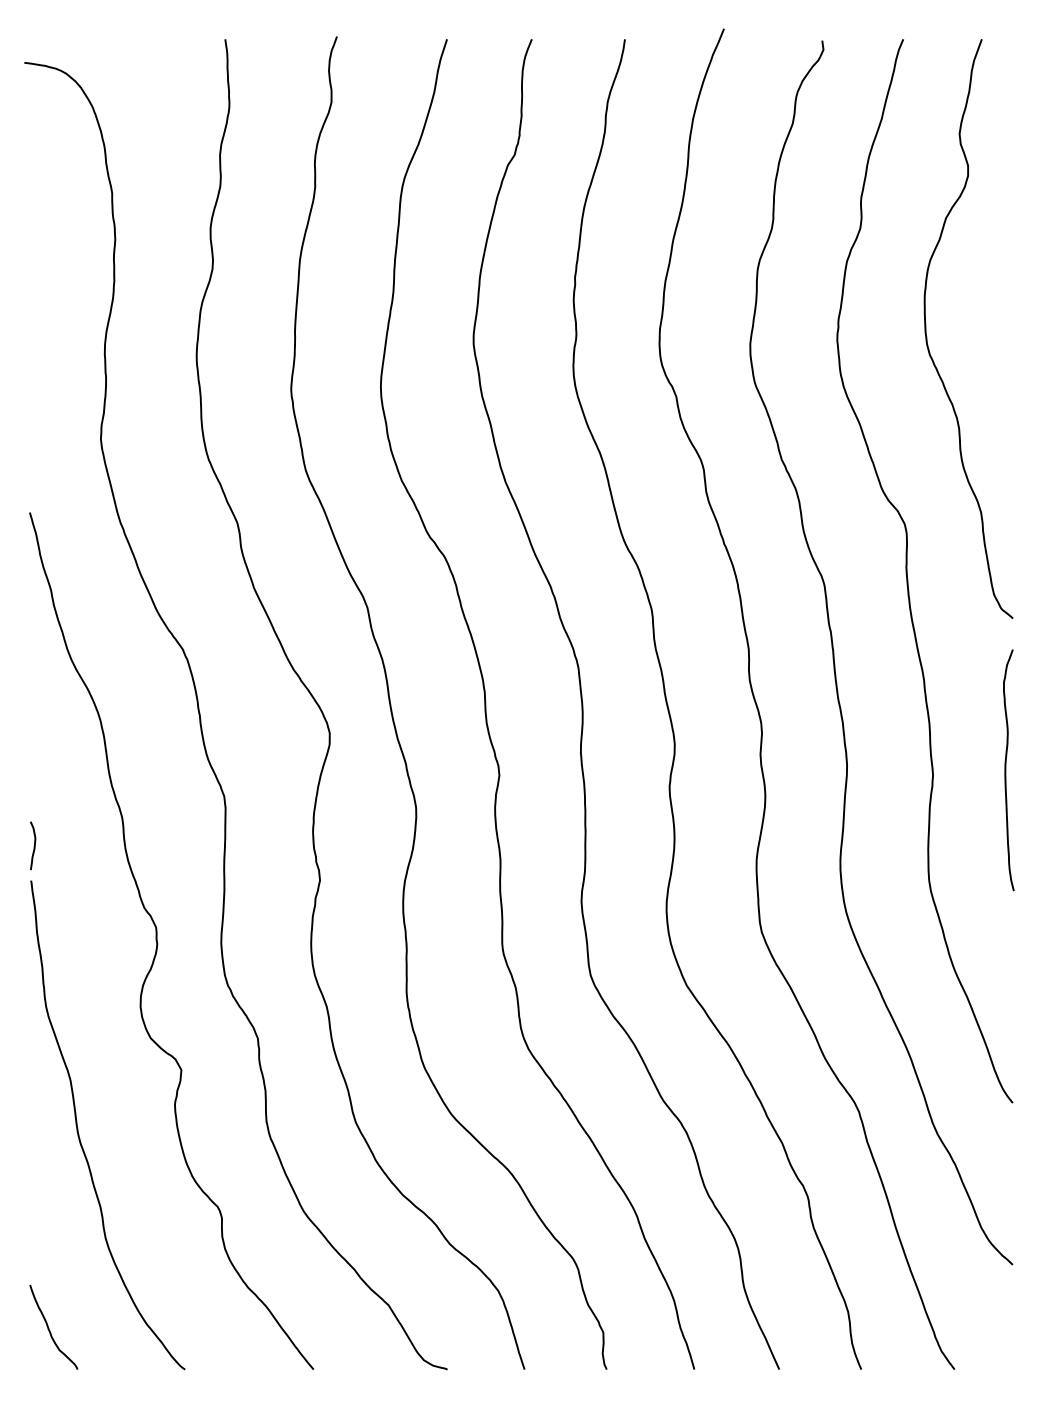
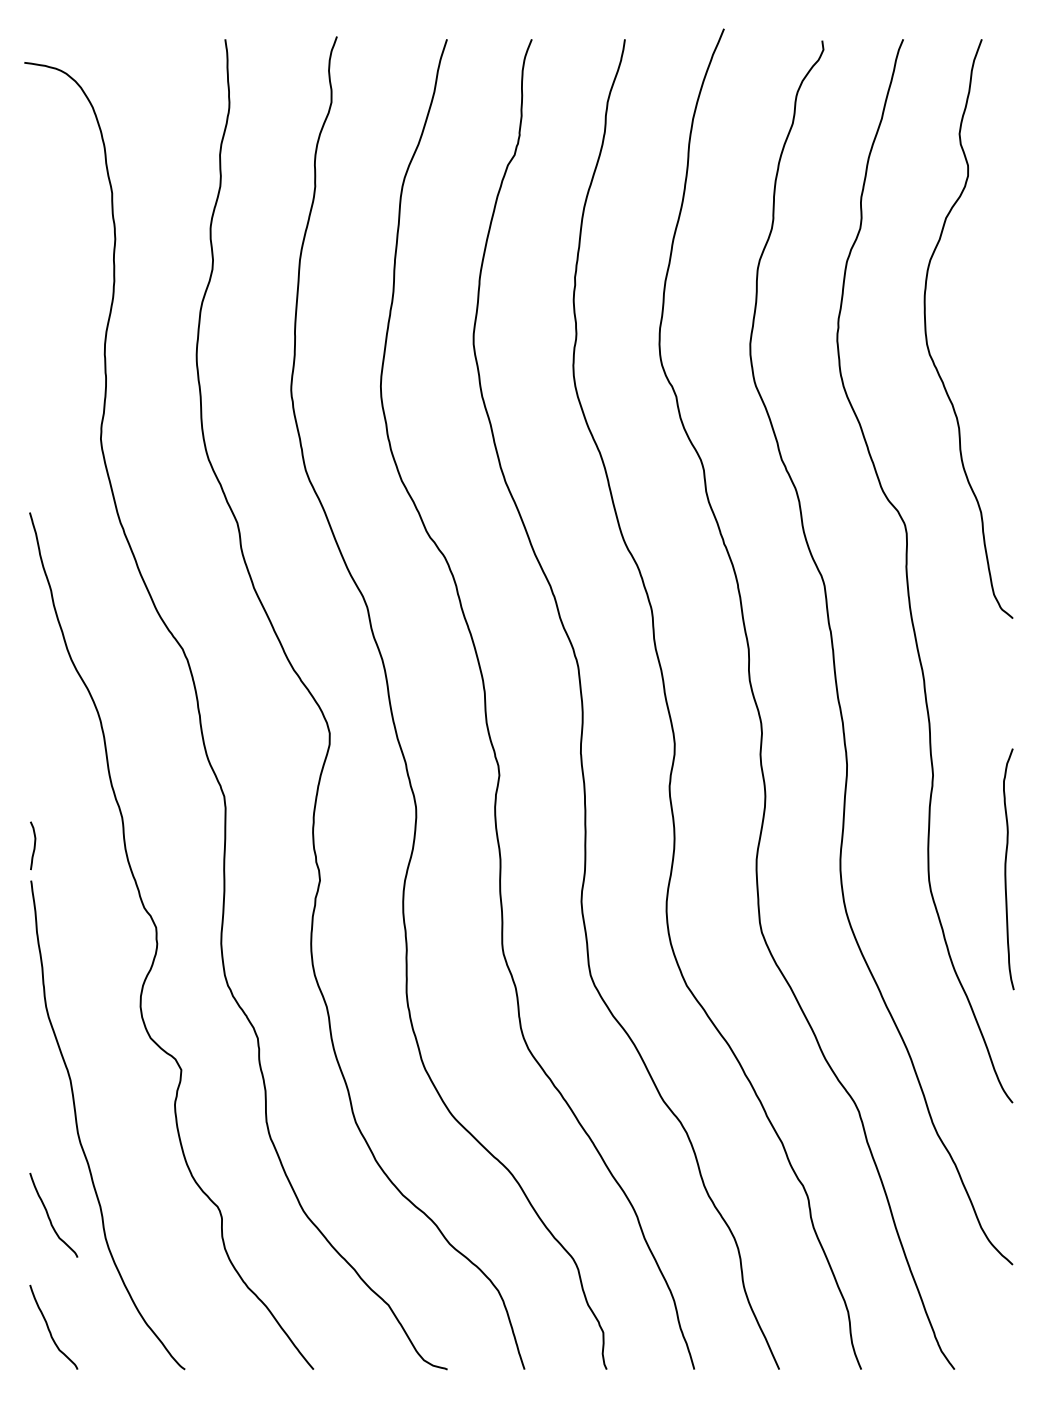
curve at (1006, 770) position: (1006, 770) -> (1006, 869)
curve at (49, 1216): none -> present
